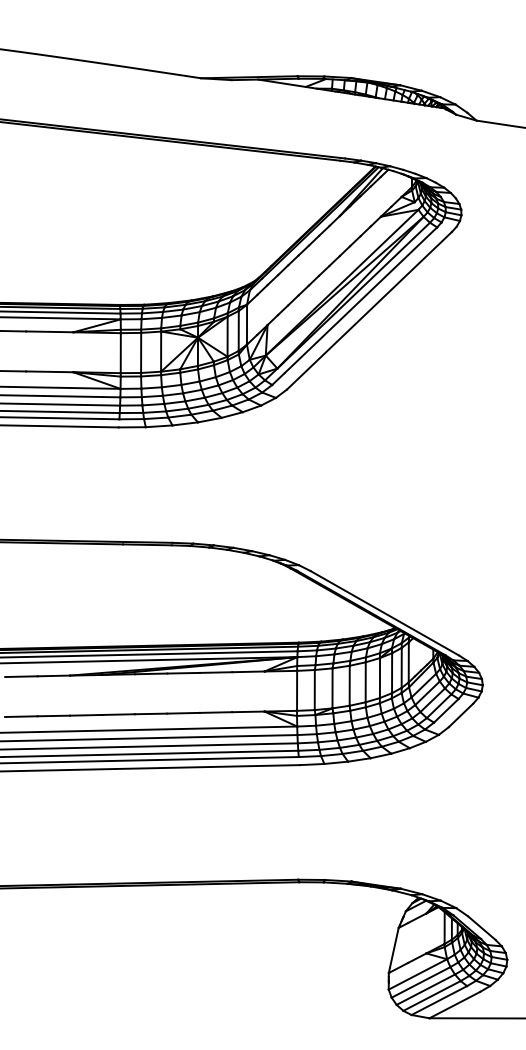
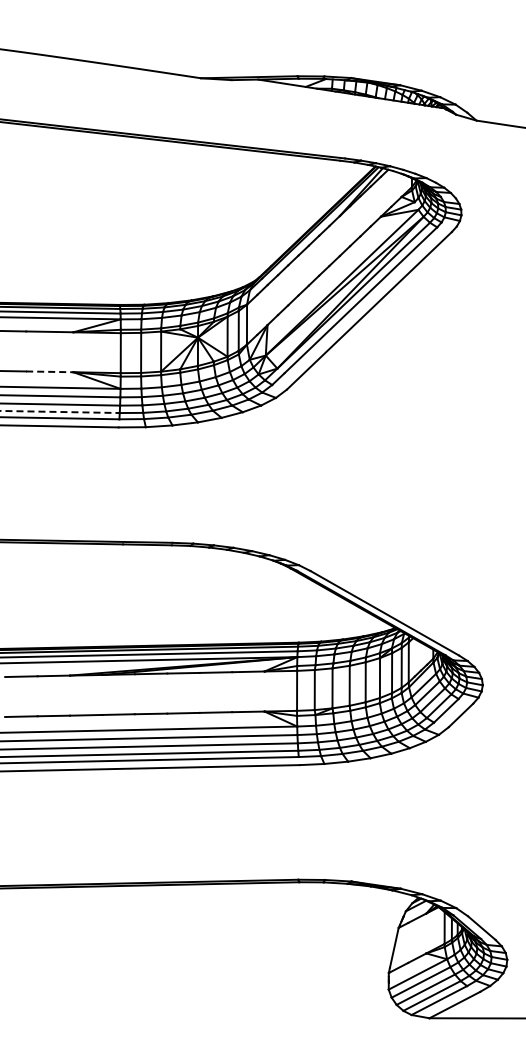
line at (49, 371): solid -> dashed
line at (59, 411): solid -> dashed
